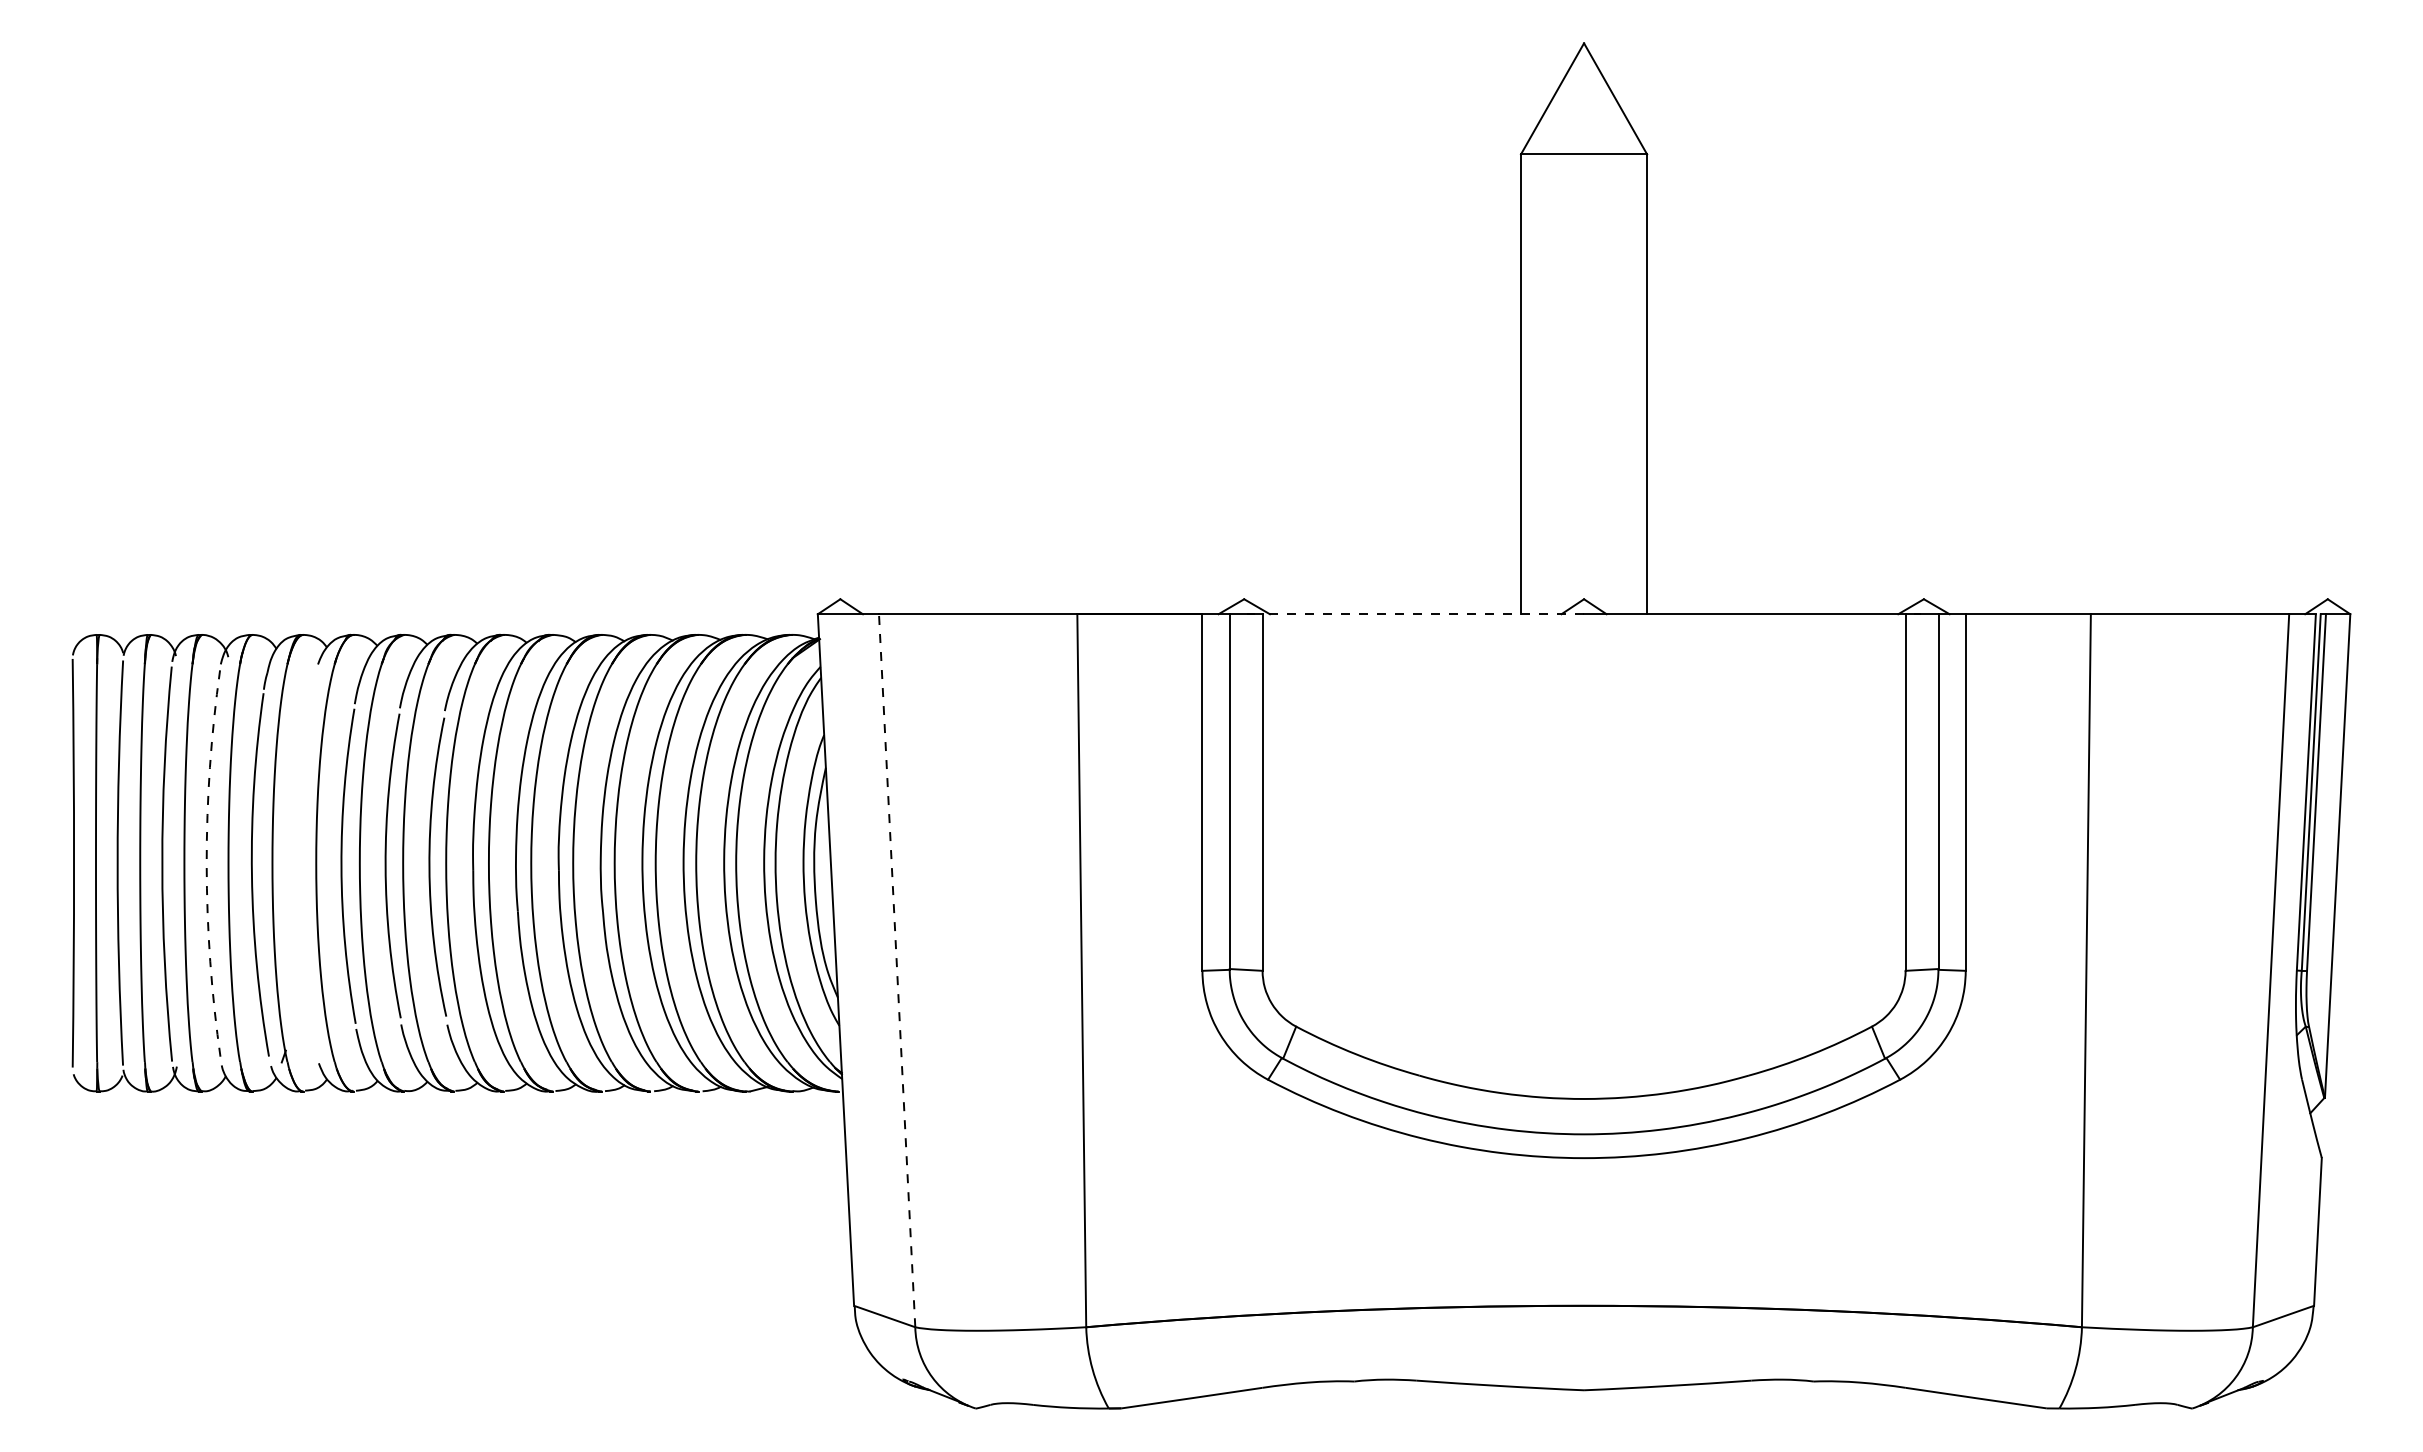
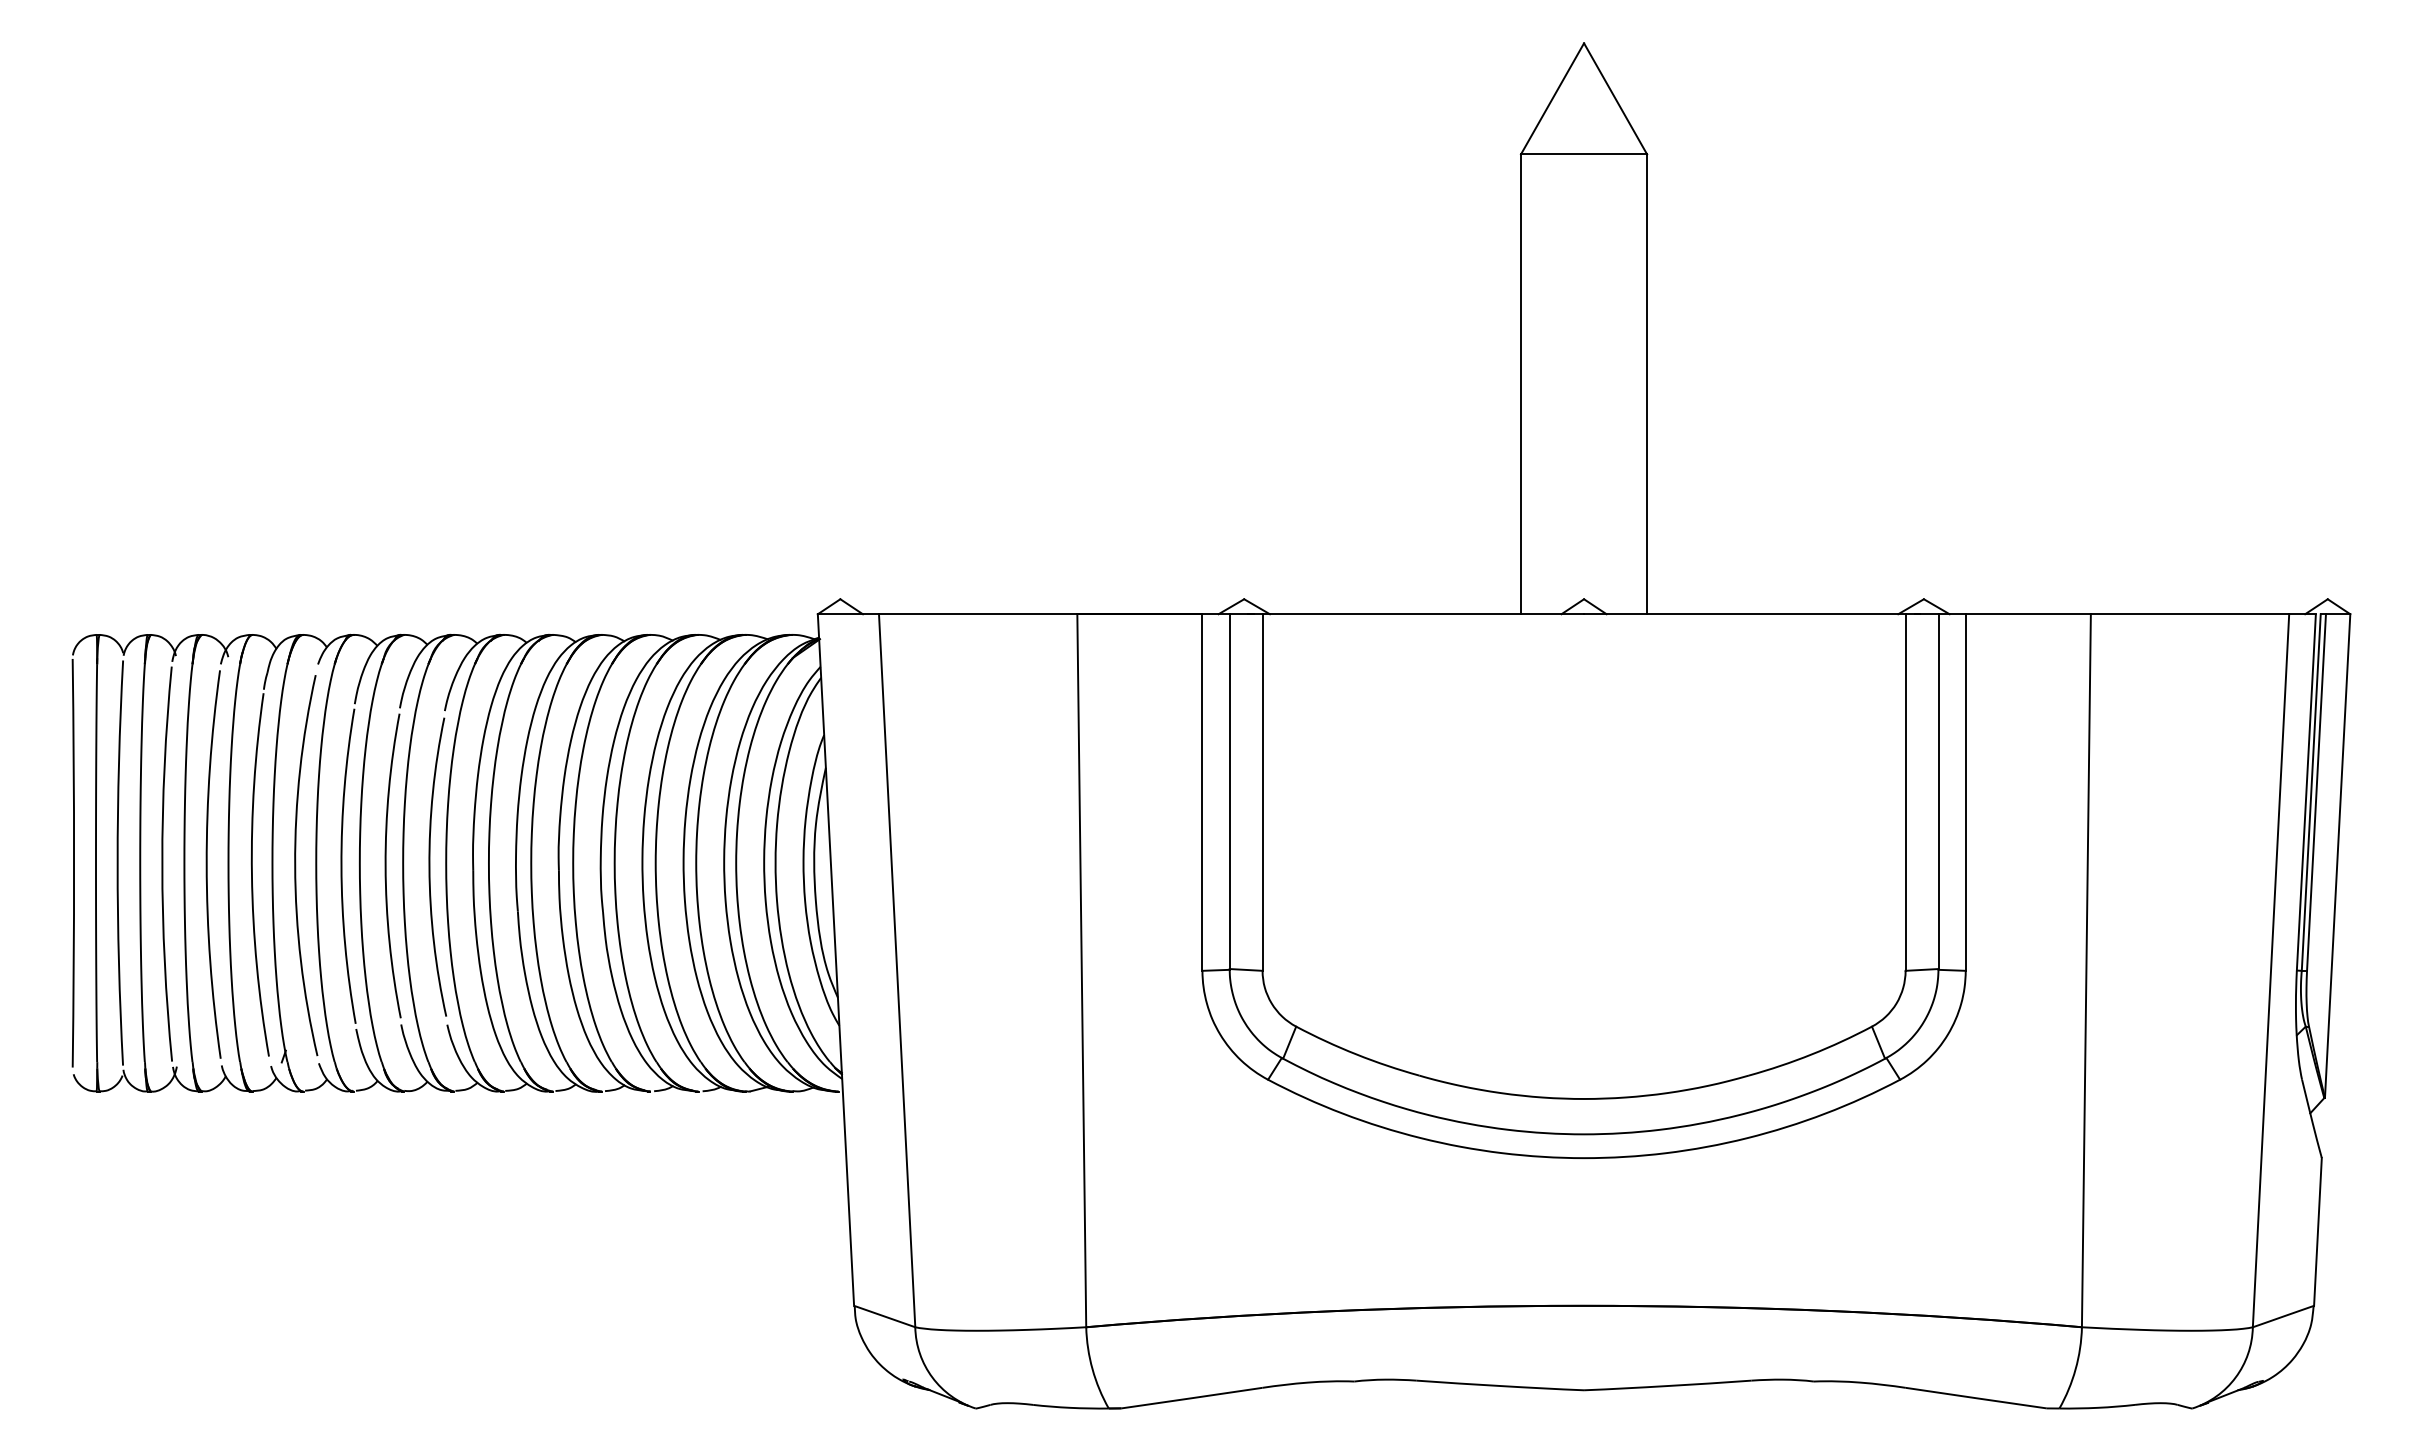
line at (1423, 614): dashed -> solid
arc at (206, 864): dashed -> solid
arc at (296, 865): none -> present
line at (897, 970): dashed -> solid
